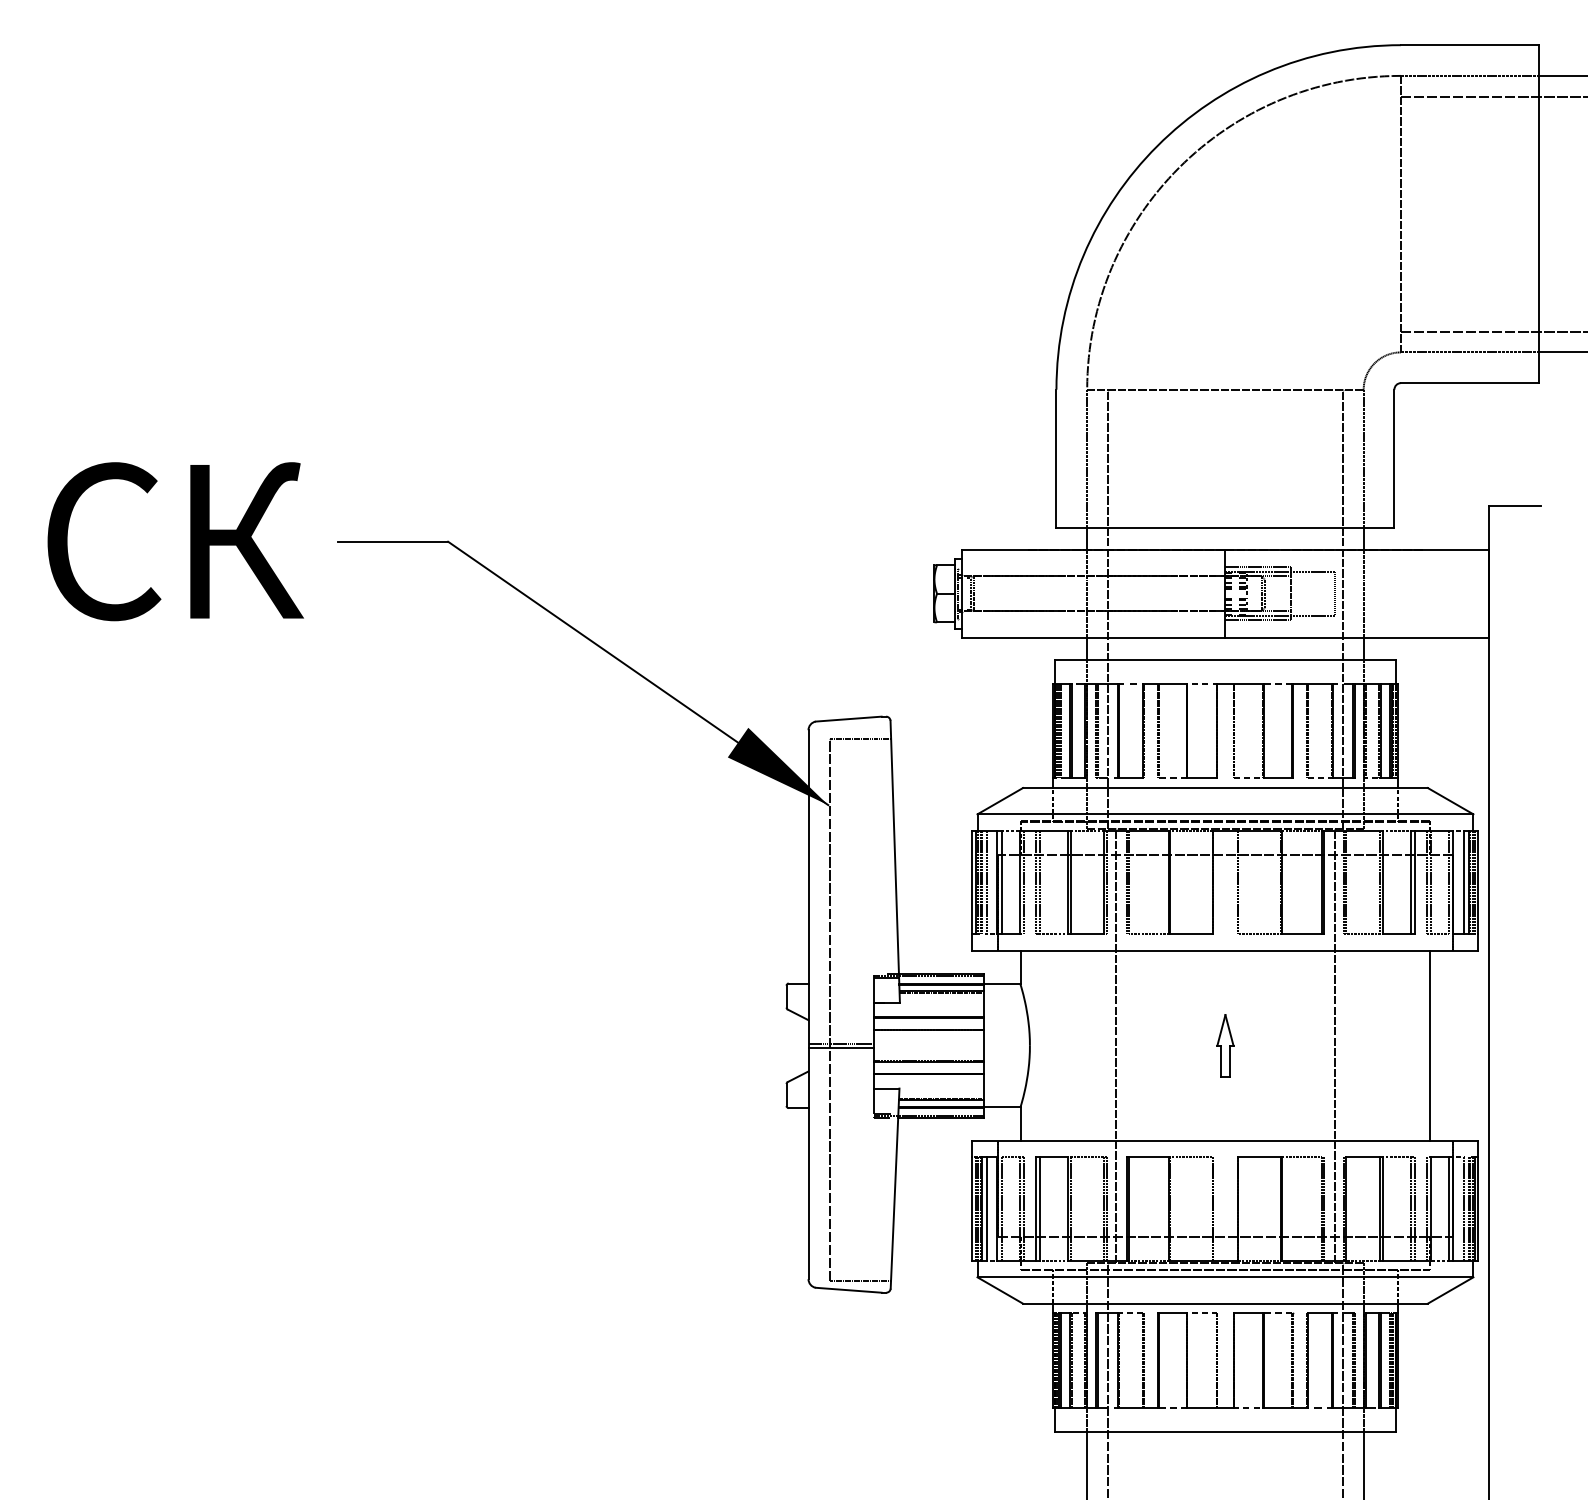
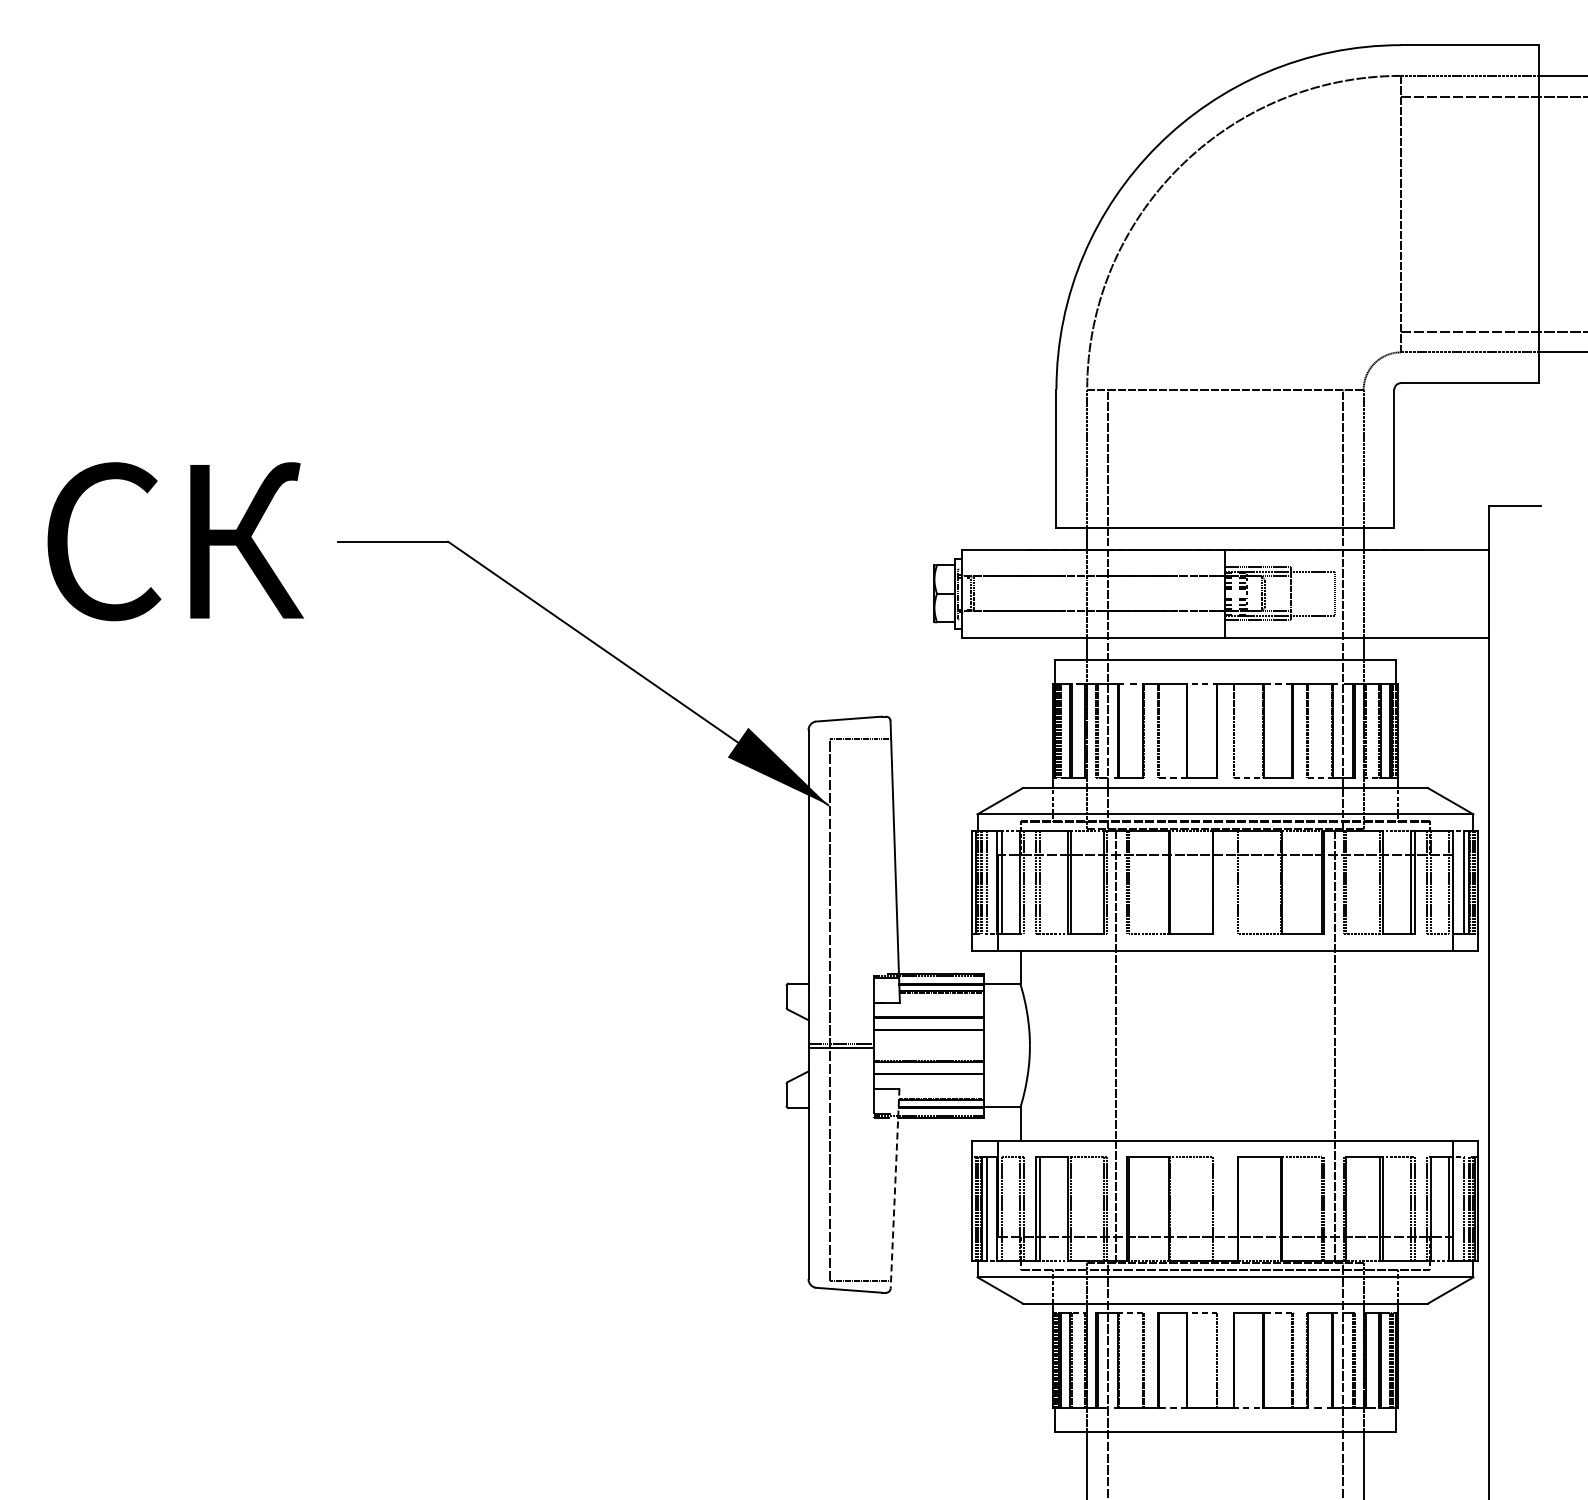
part at (1225, 1045): present -> none
line at (1430, 1045): present -> none
line at (895, 1189): solid -> dashed
